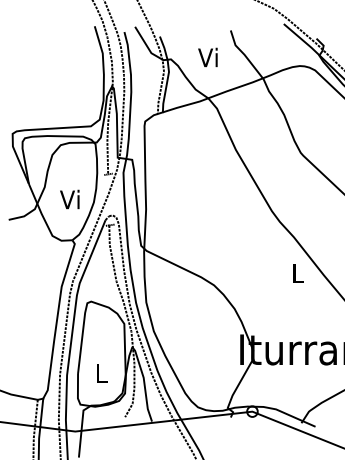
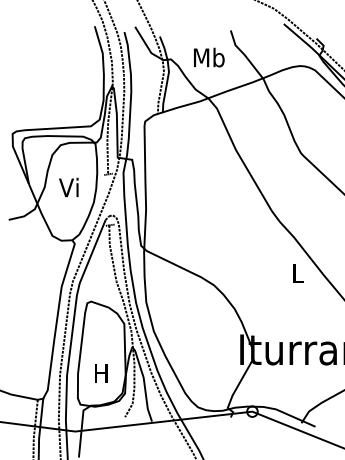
text at (209, 57): Vi -> Mb
text at (69, 199) position: (69, 199) -> (68, 187)
text at (101, 373): L -> H
